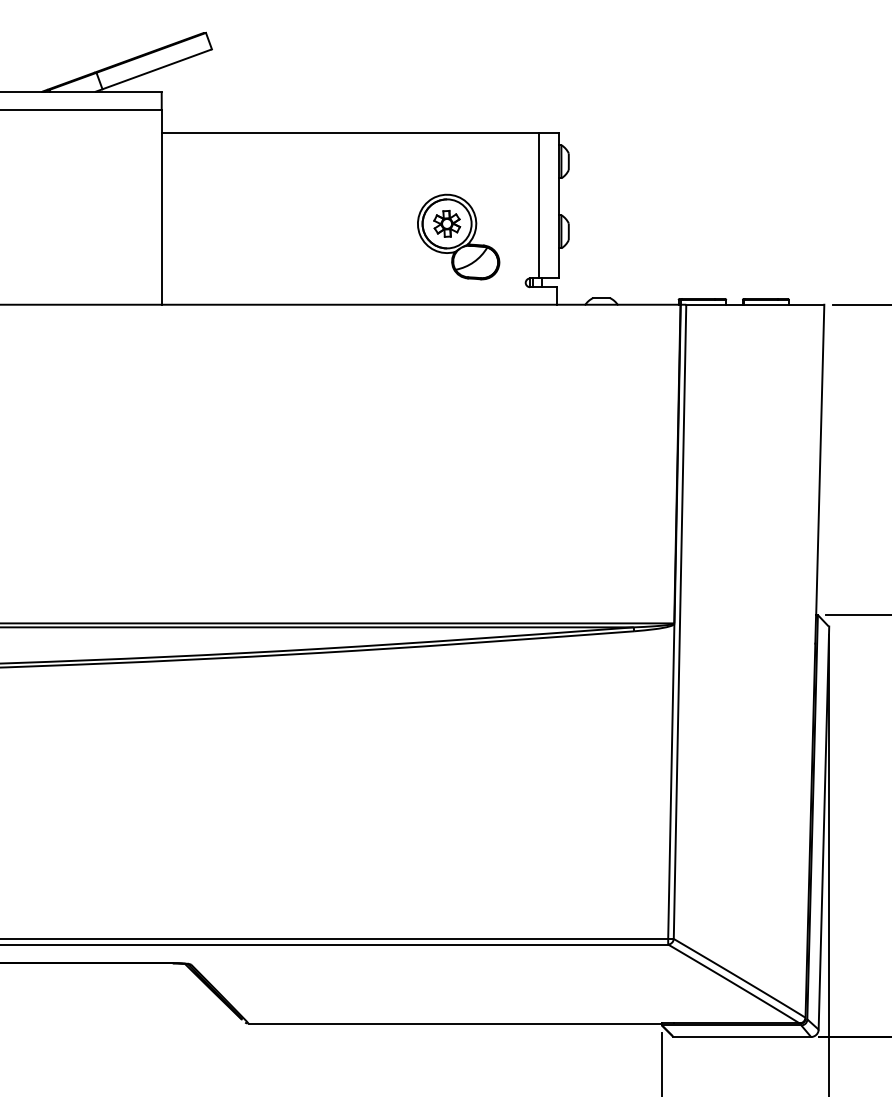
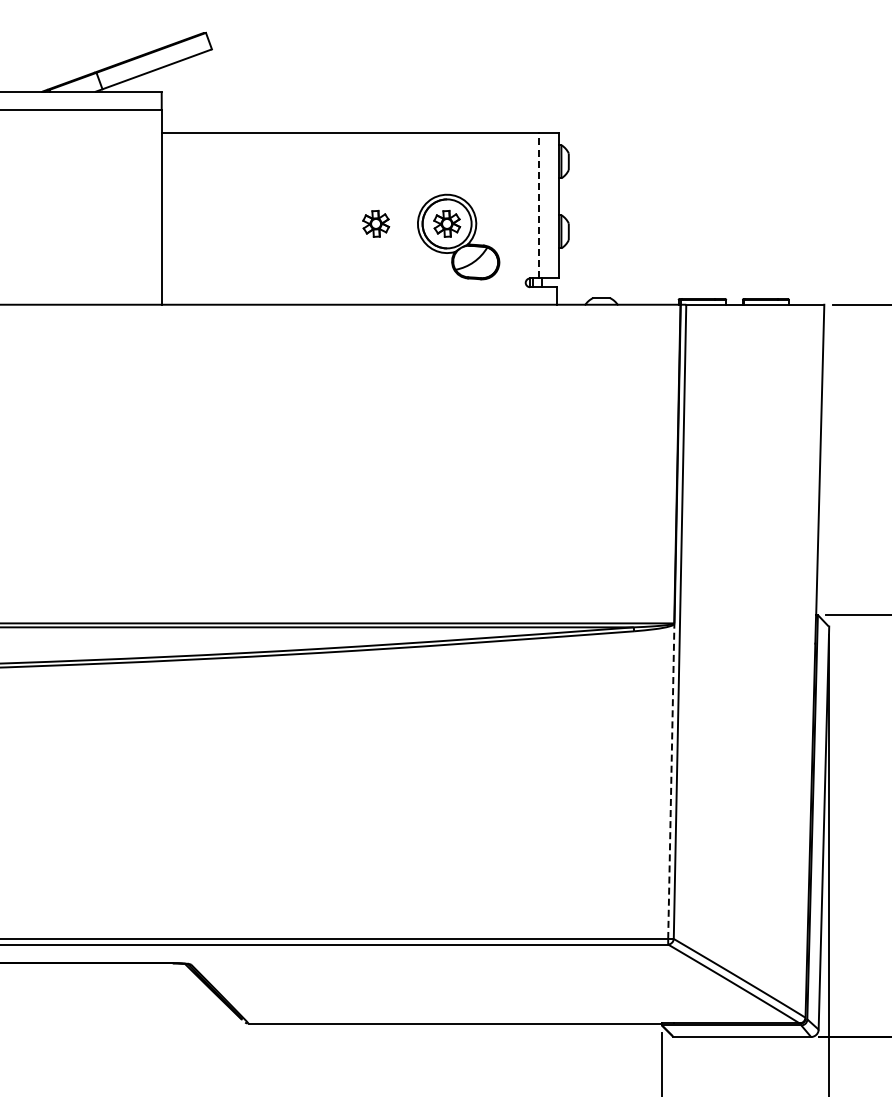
line at (538, 205): solid -> dashed
part at (376, 223): none -> present
line at (671, 780): solid -> dashed
